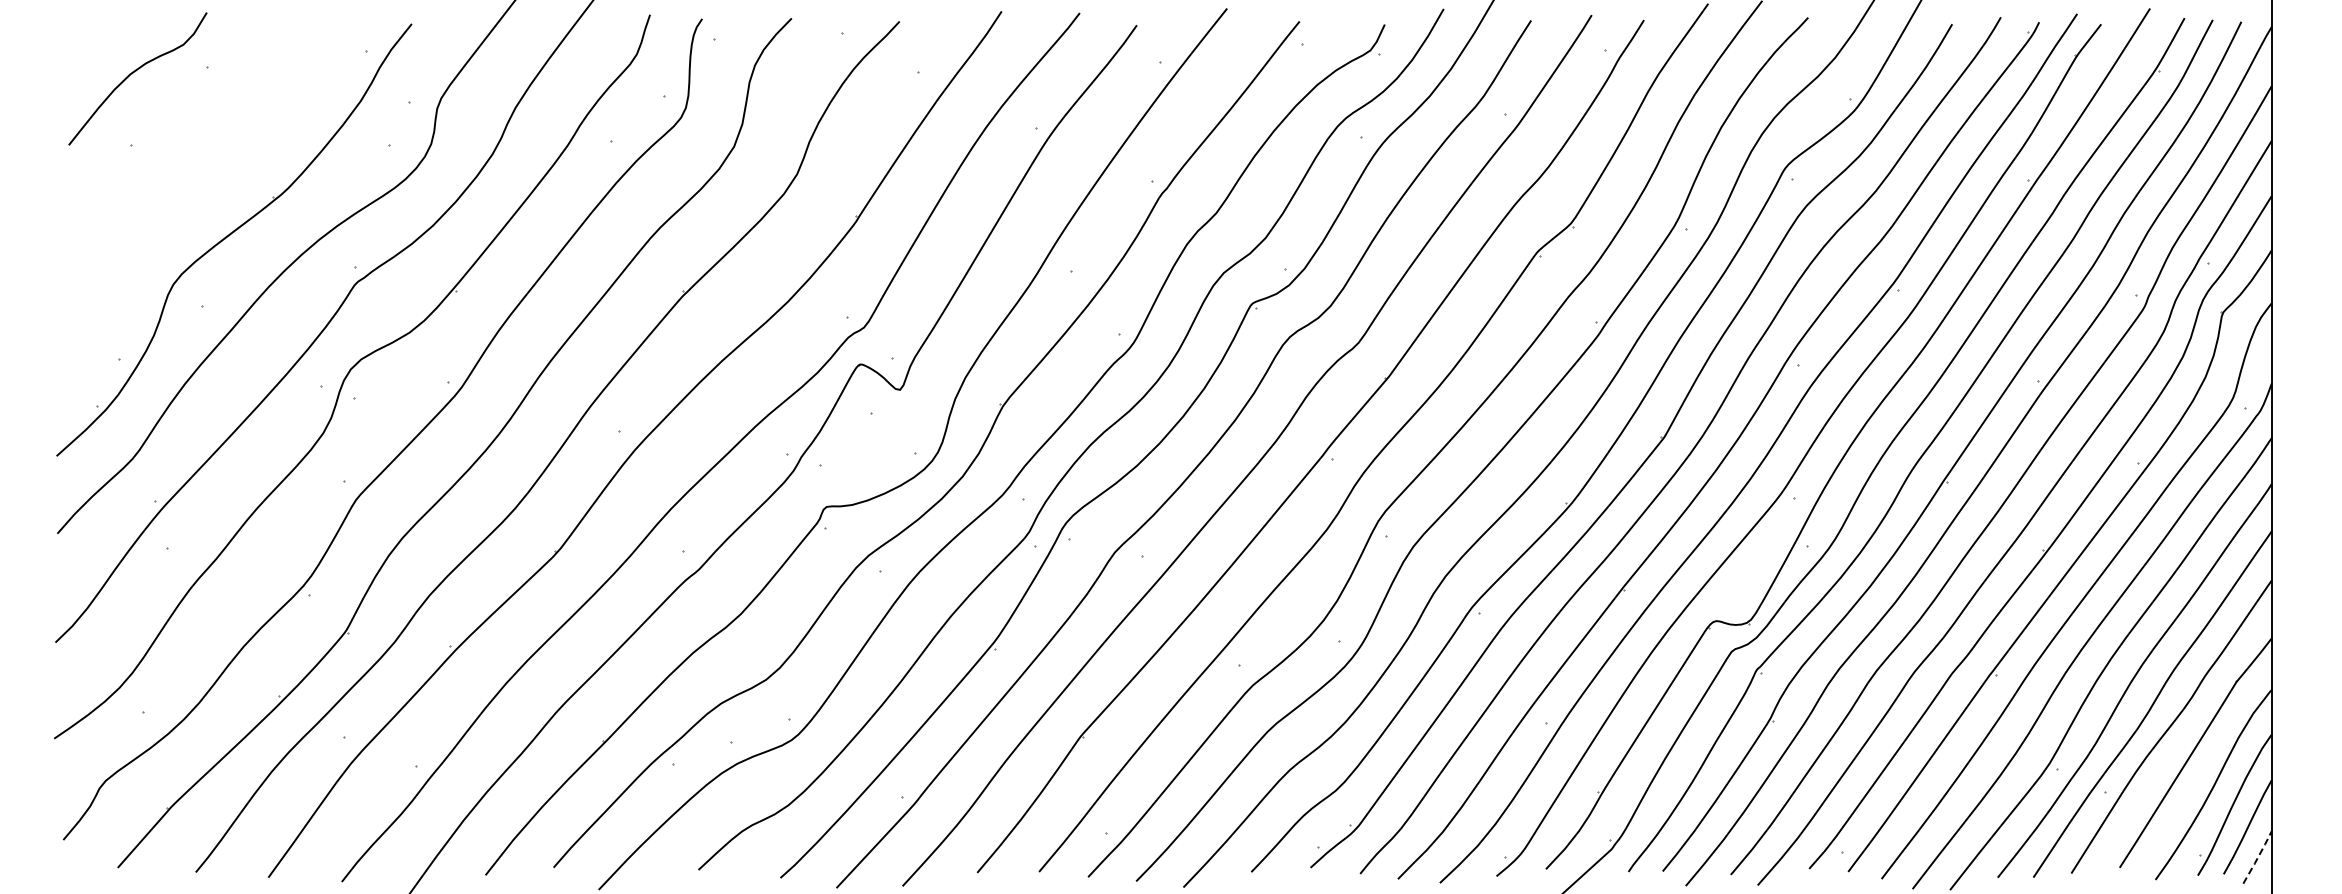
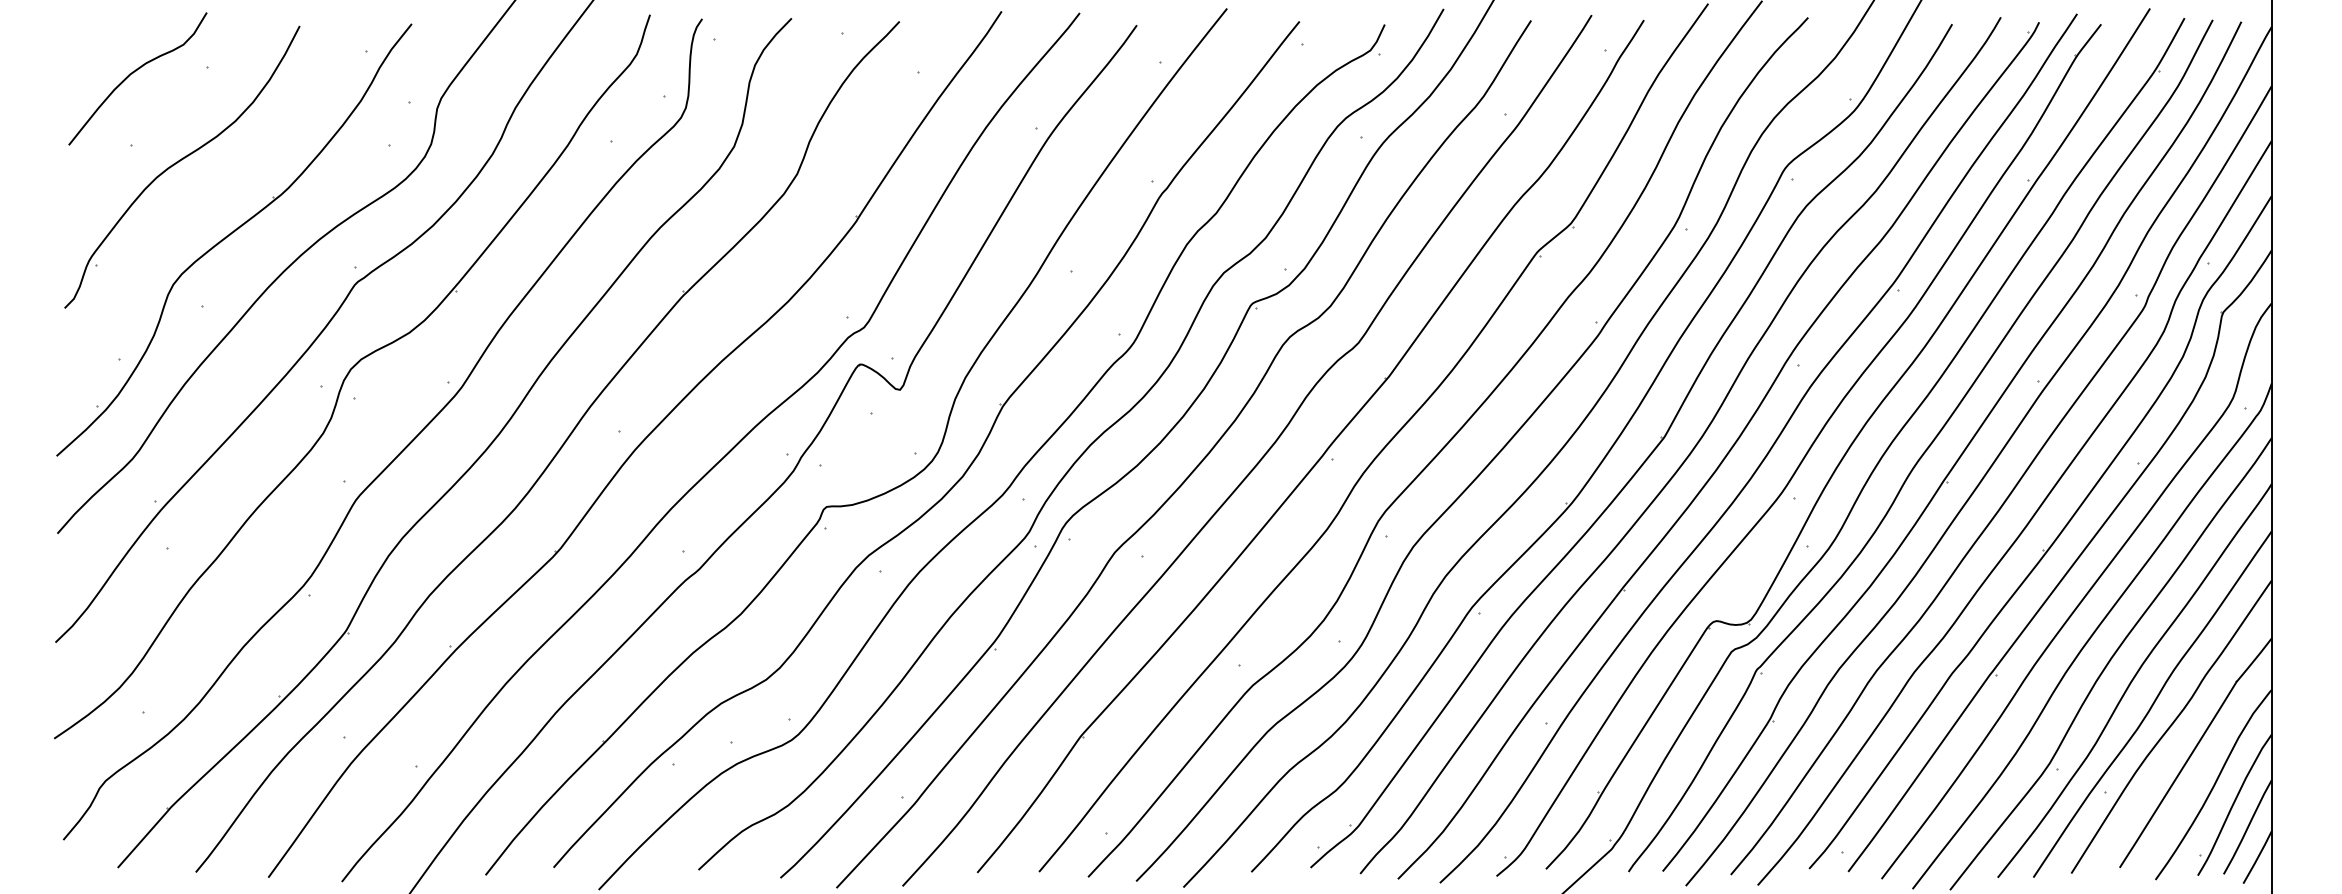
part at (182, 166): none -> present
line at (2258, 857): dashed -> solid
